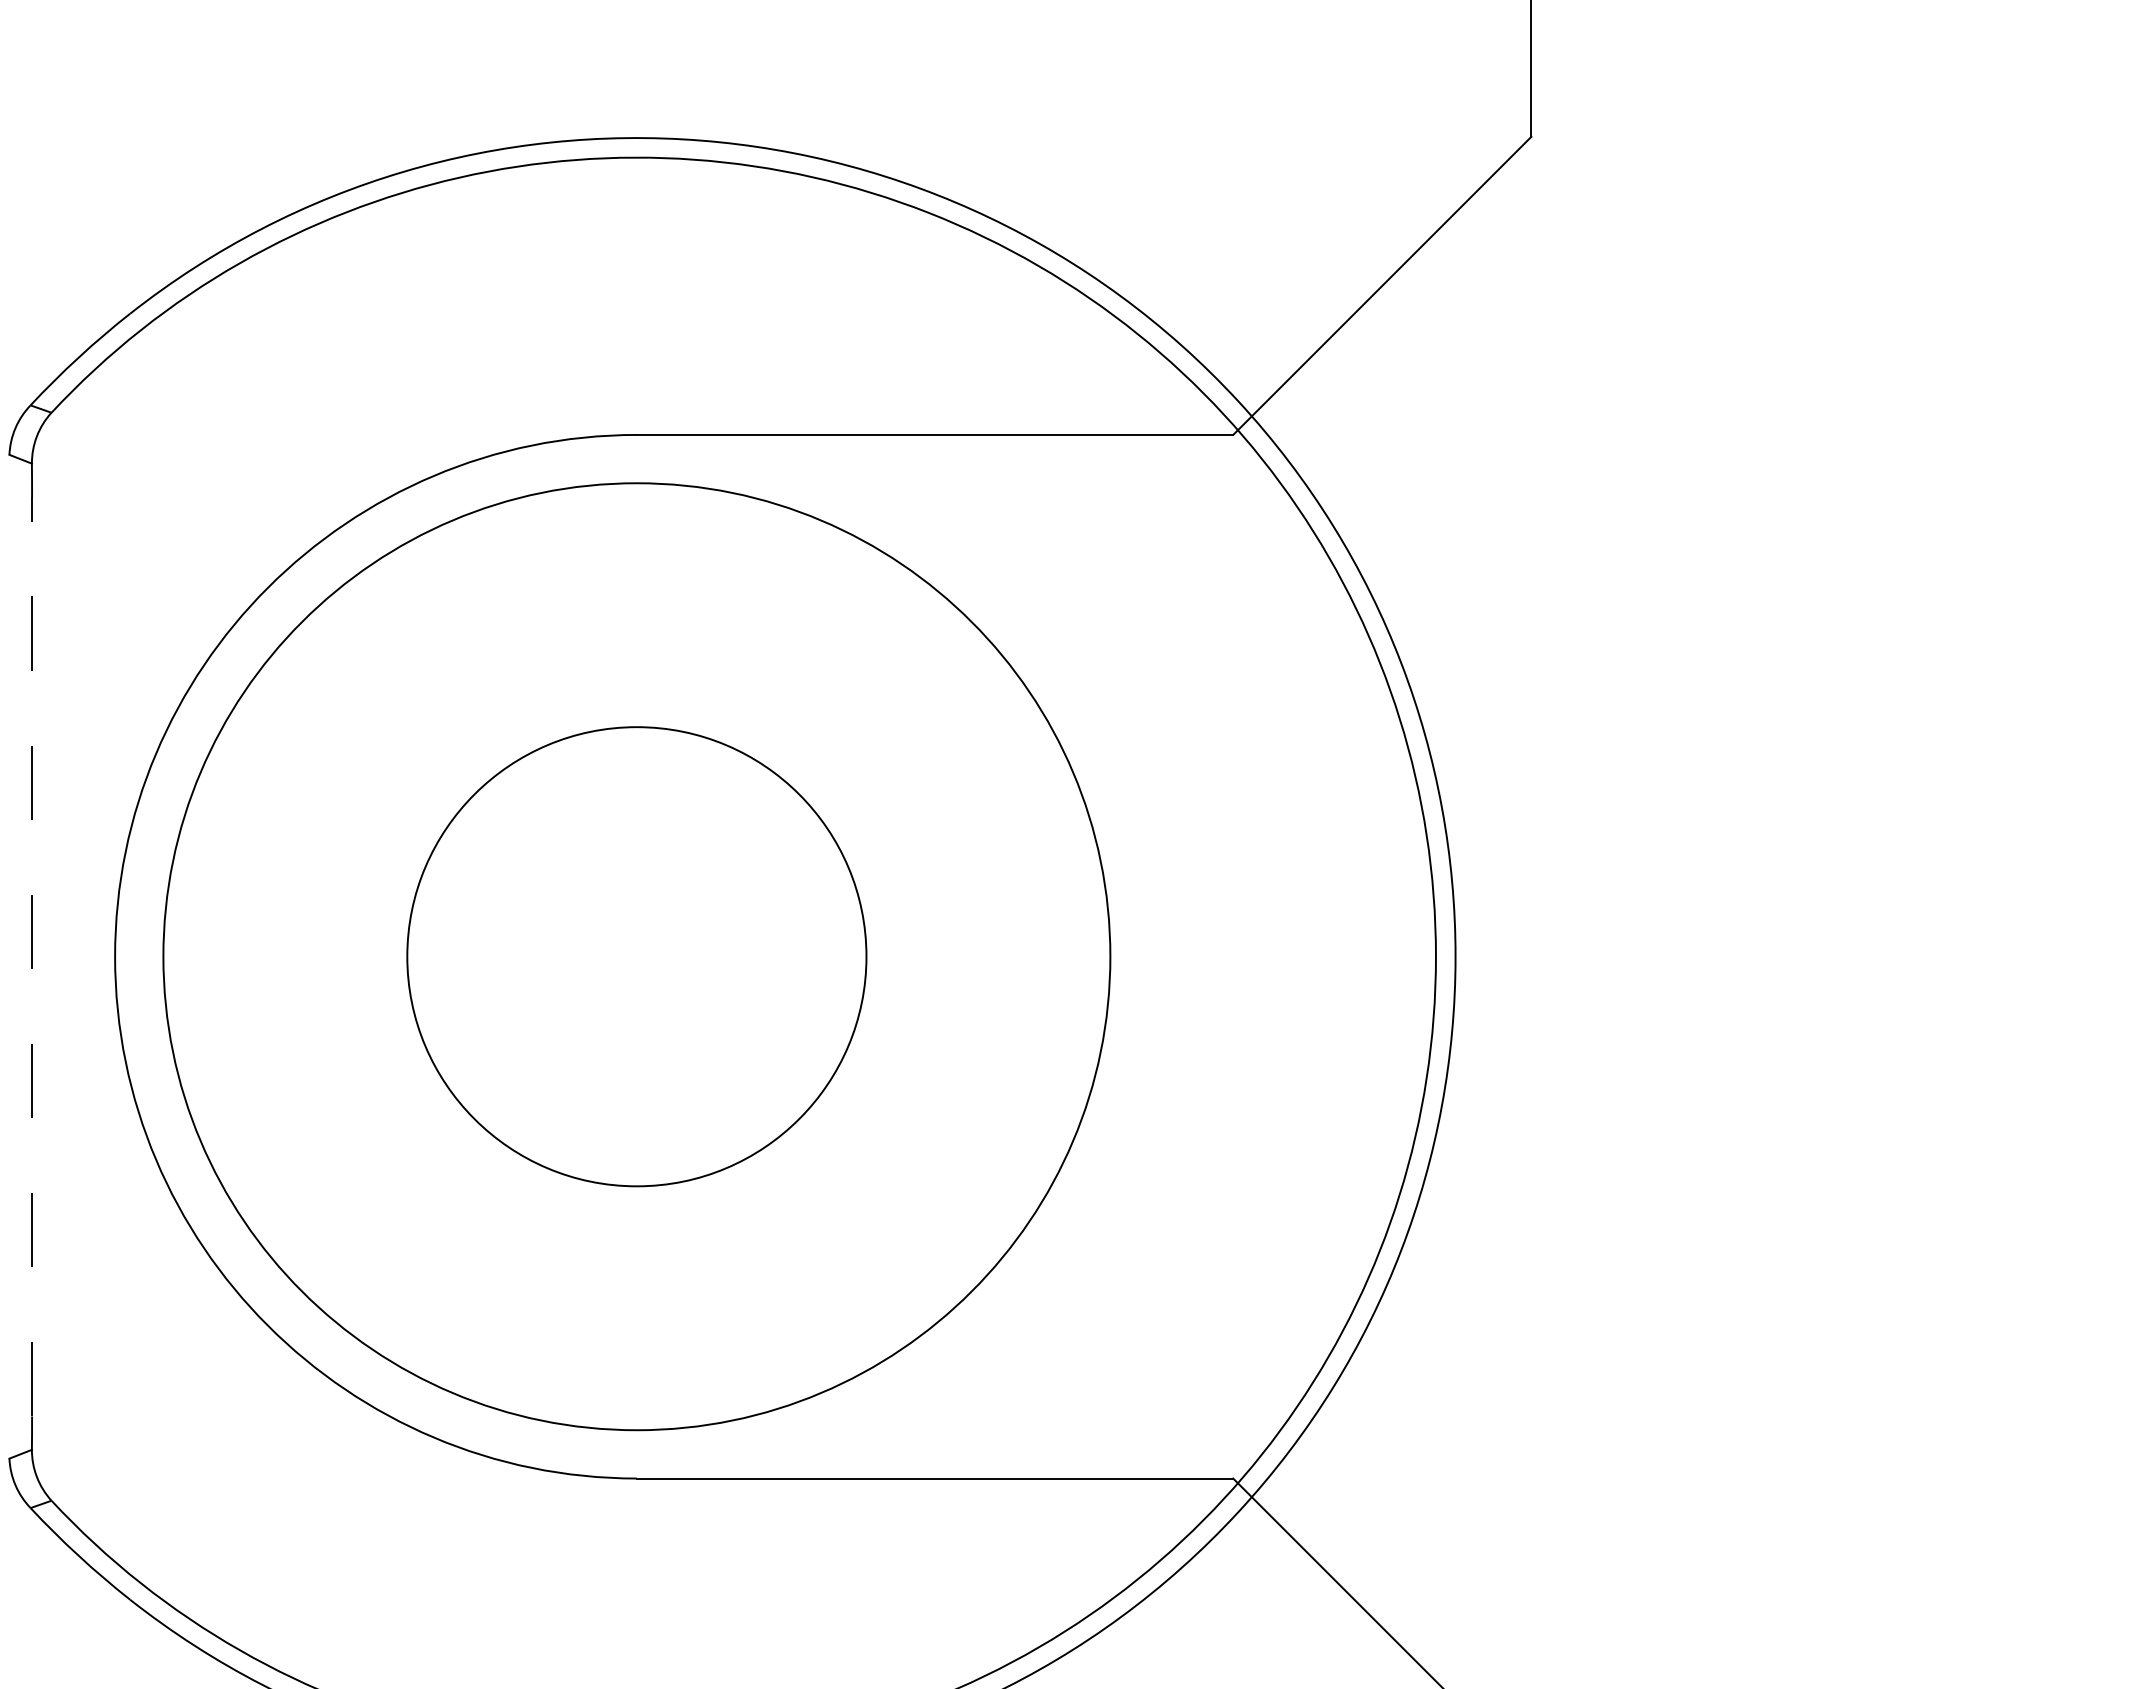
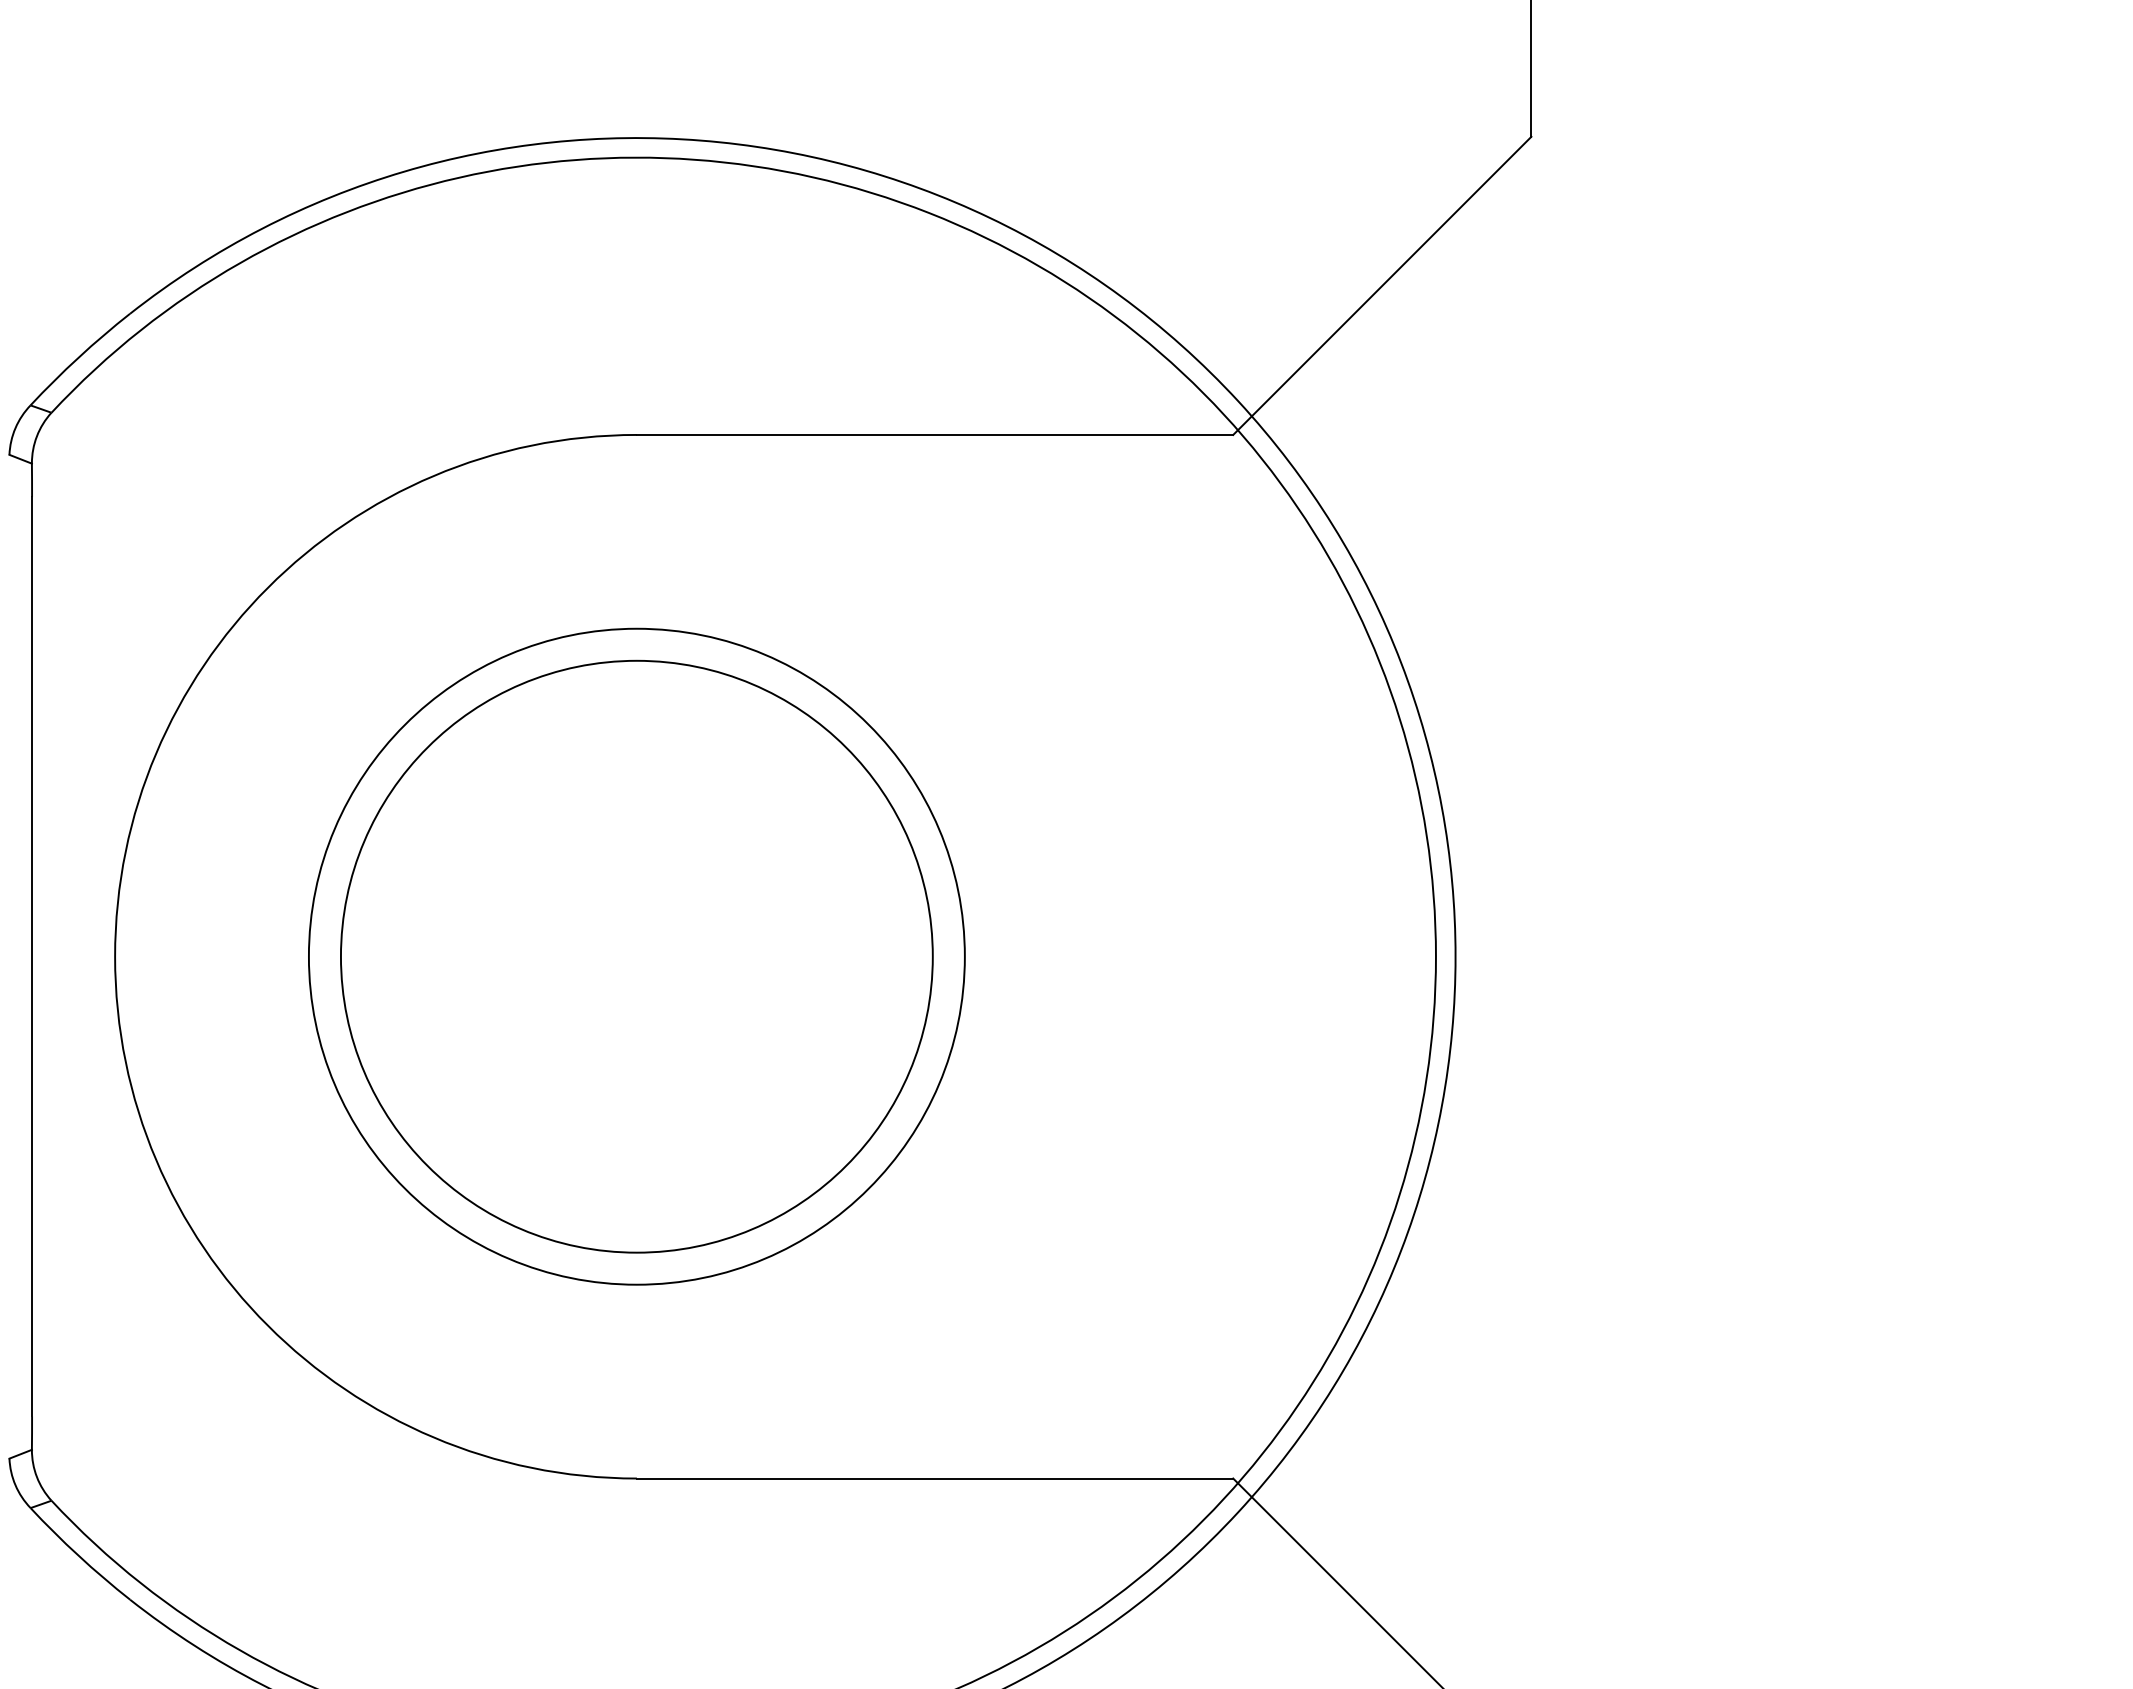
line at (32, 956): dashed -> solid
circle at (636, 956) diameter: 459 px -> 656 px
circle at (636, 956) diameter: 947 px -> 592 px
